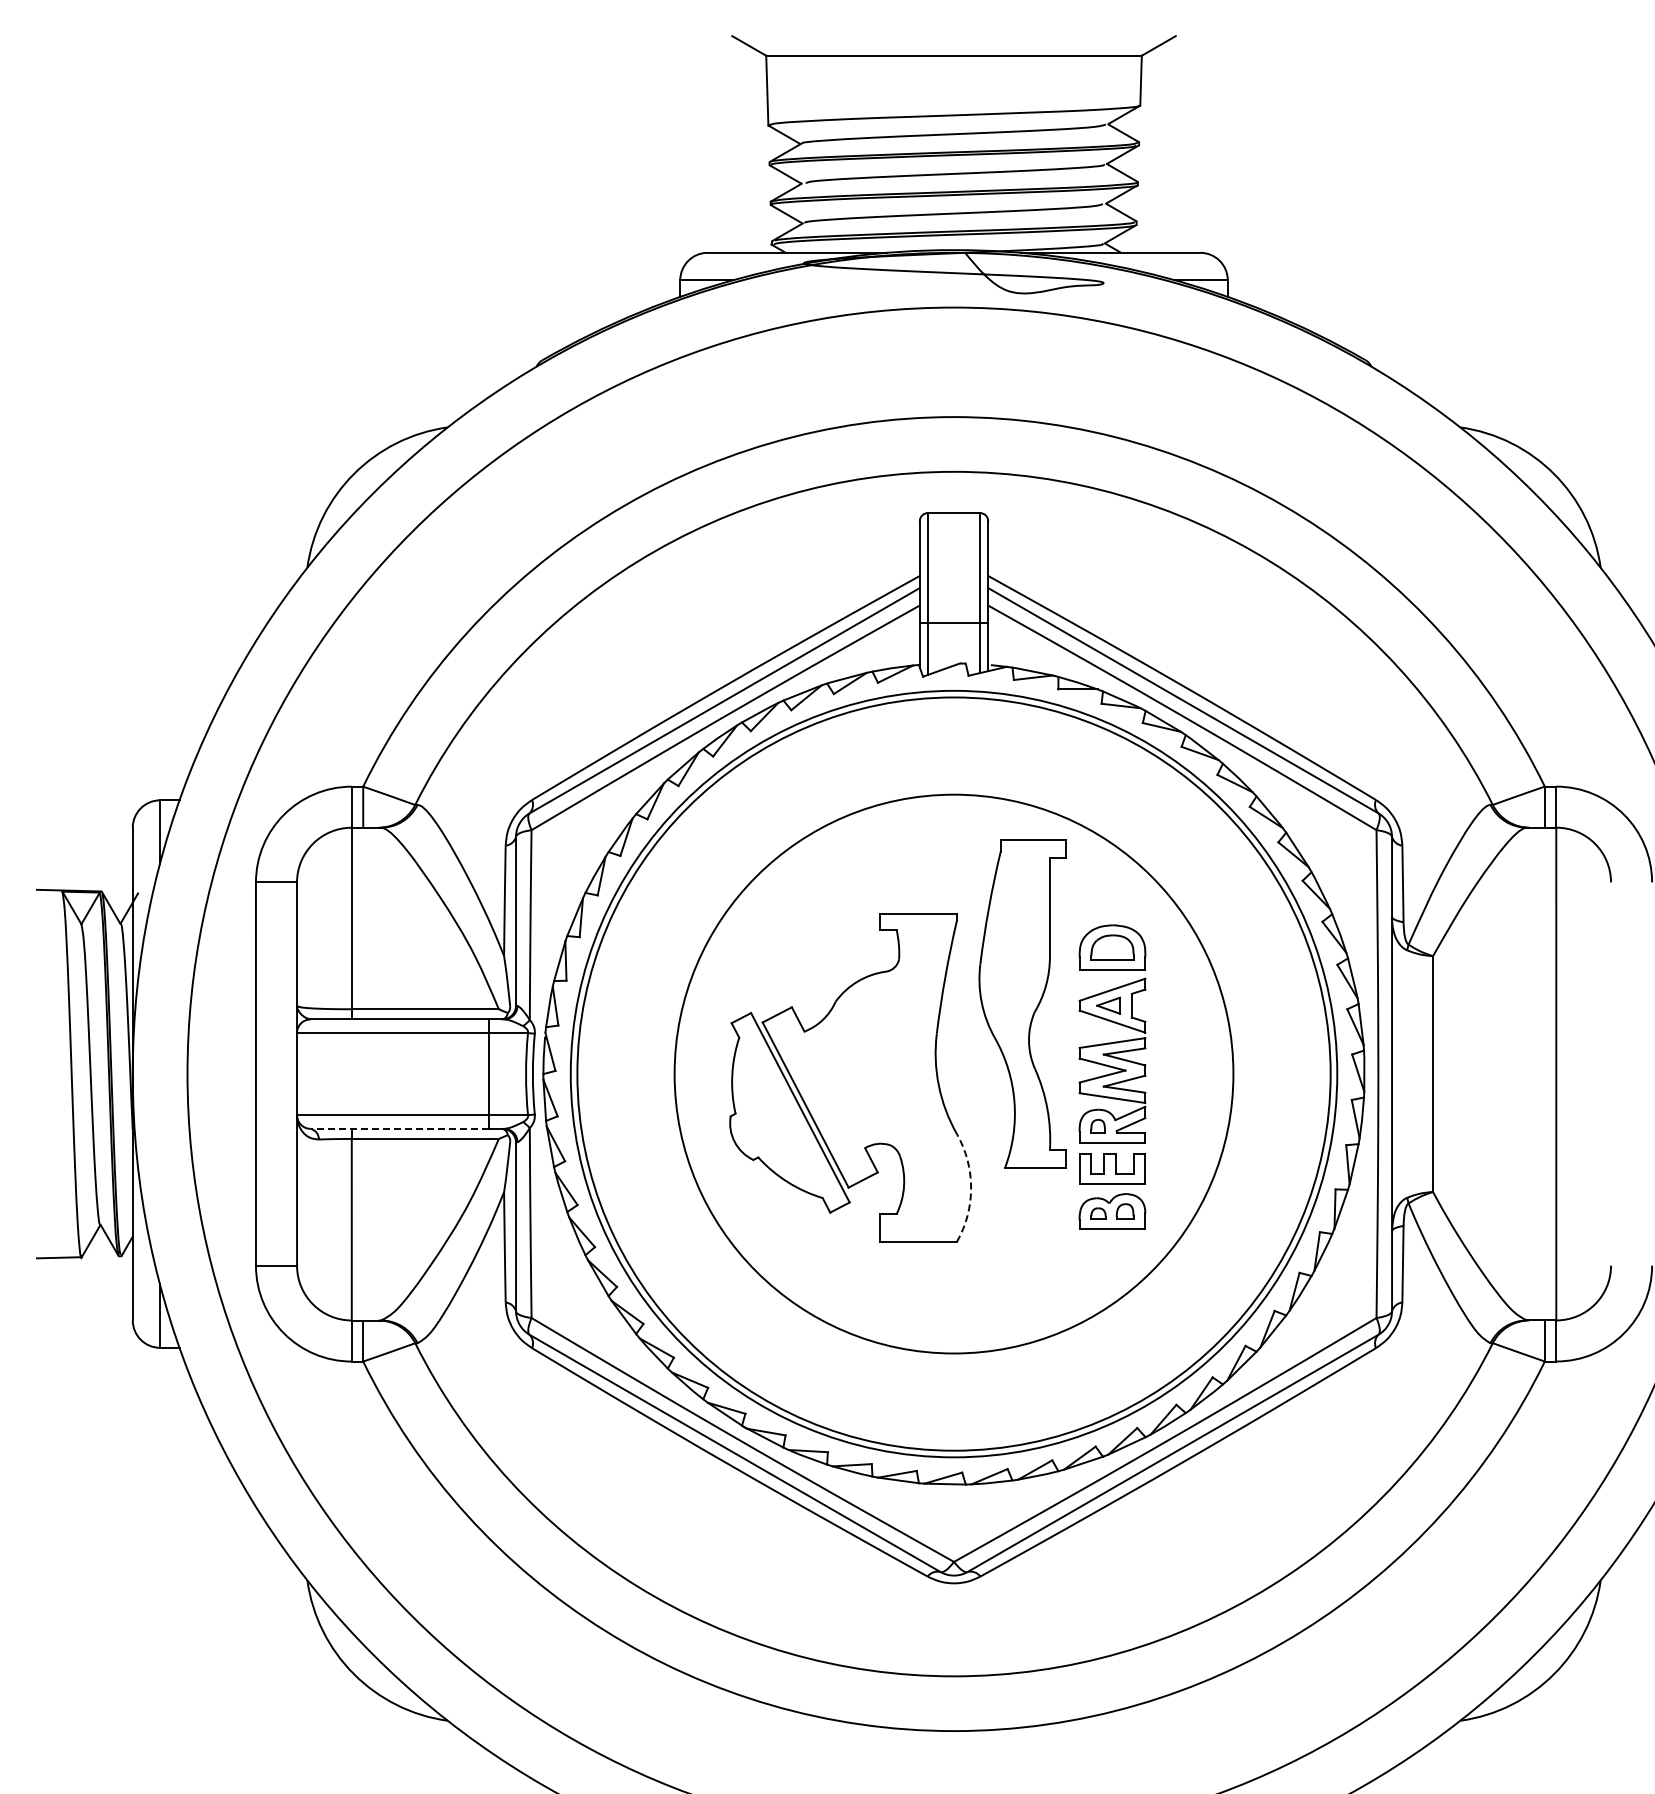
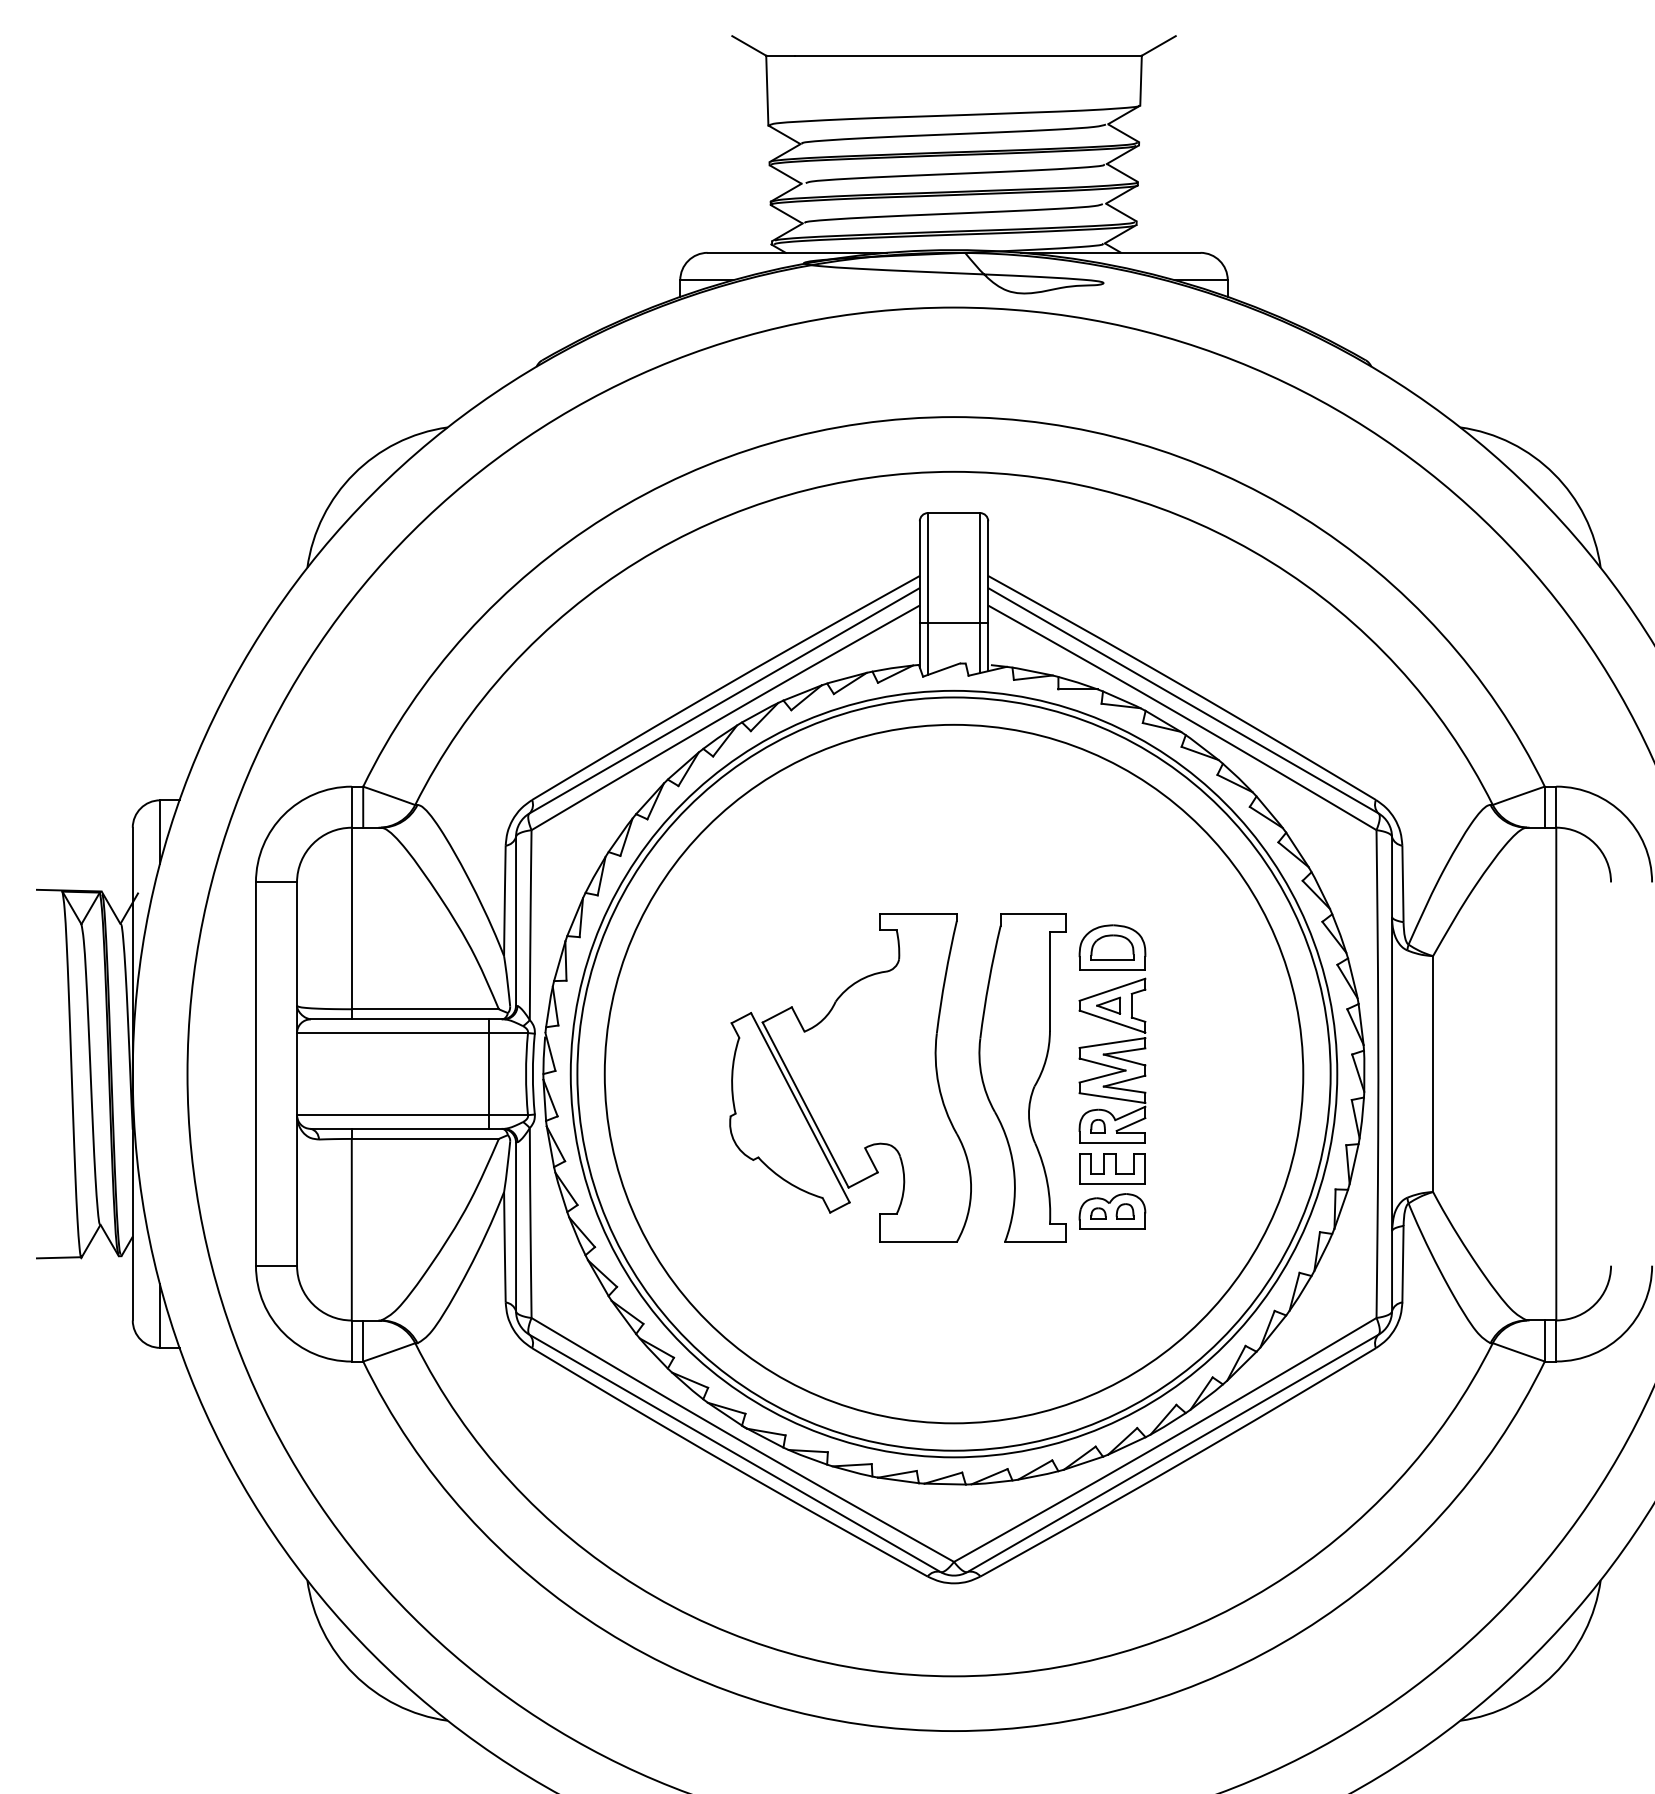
part at (1022, 1003) position: (1022, 1003) -> (1022, 1077)
circle at (953, 1073) diameter: 559 px -> 699 px
line at (399, 1128): dashed -> solid
arc at (971, 1188): dashed -> solid
